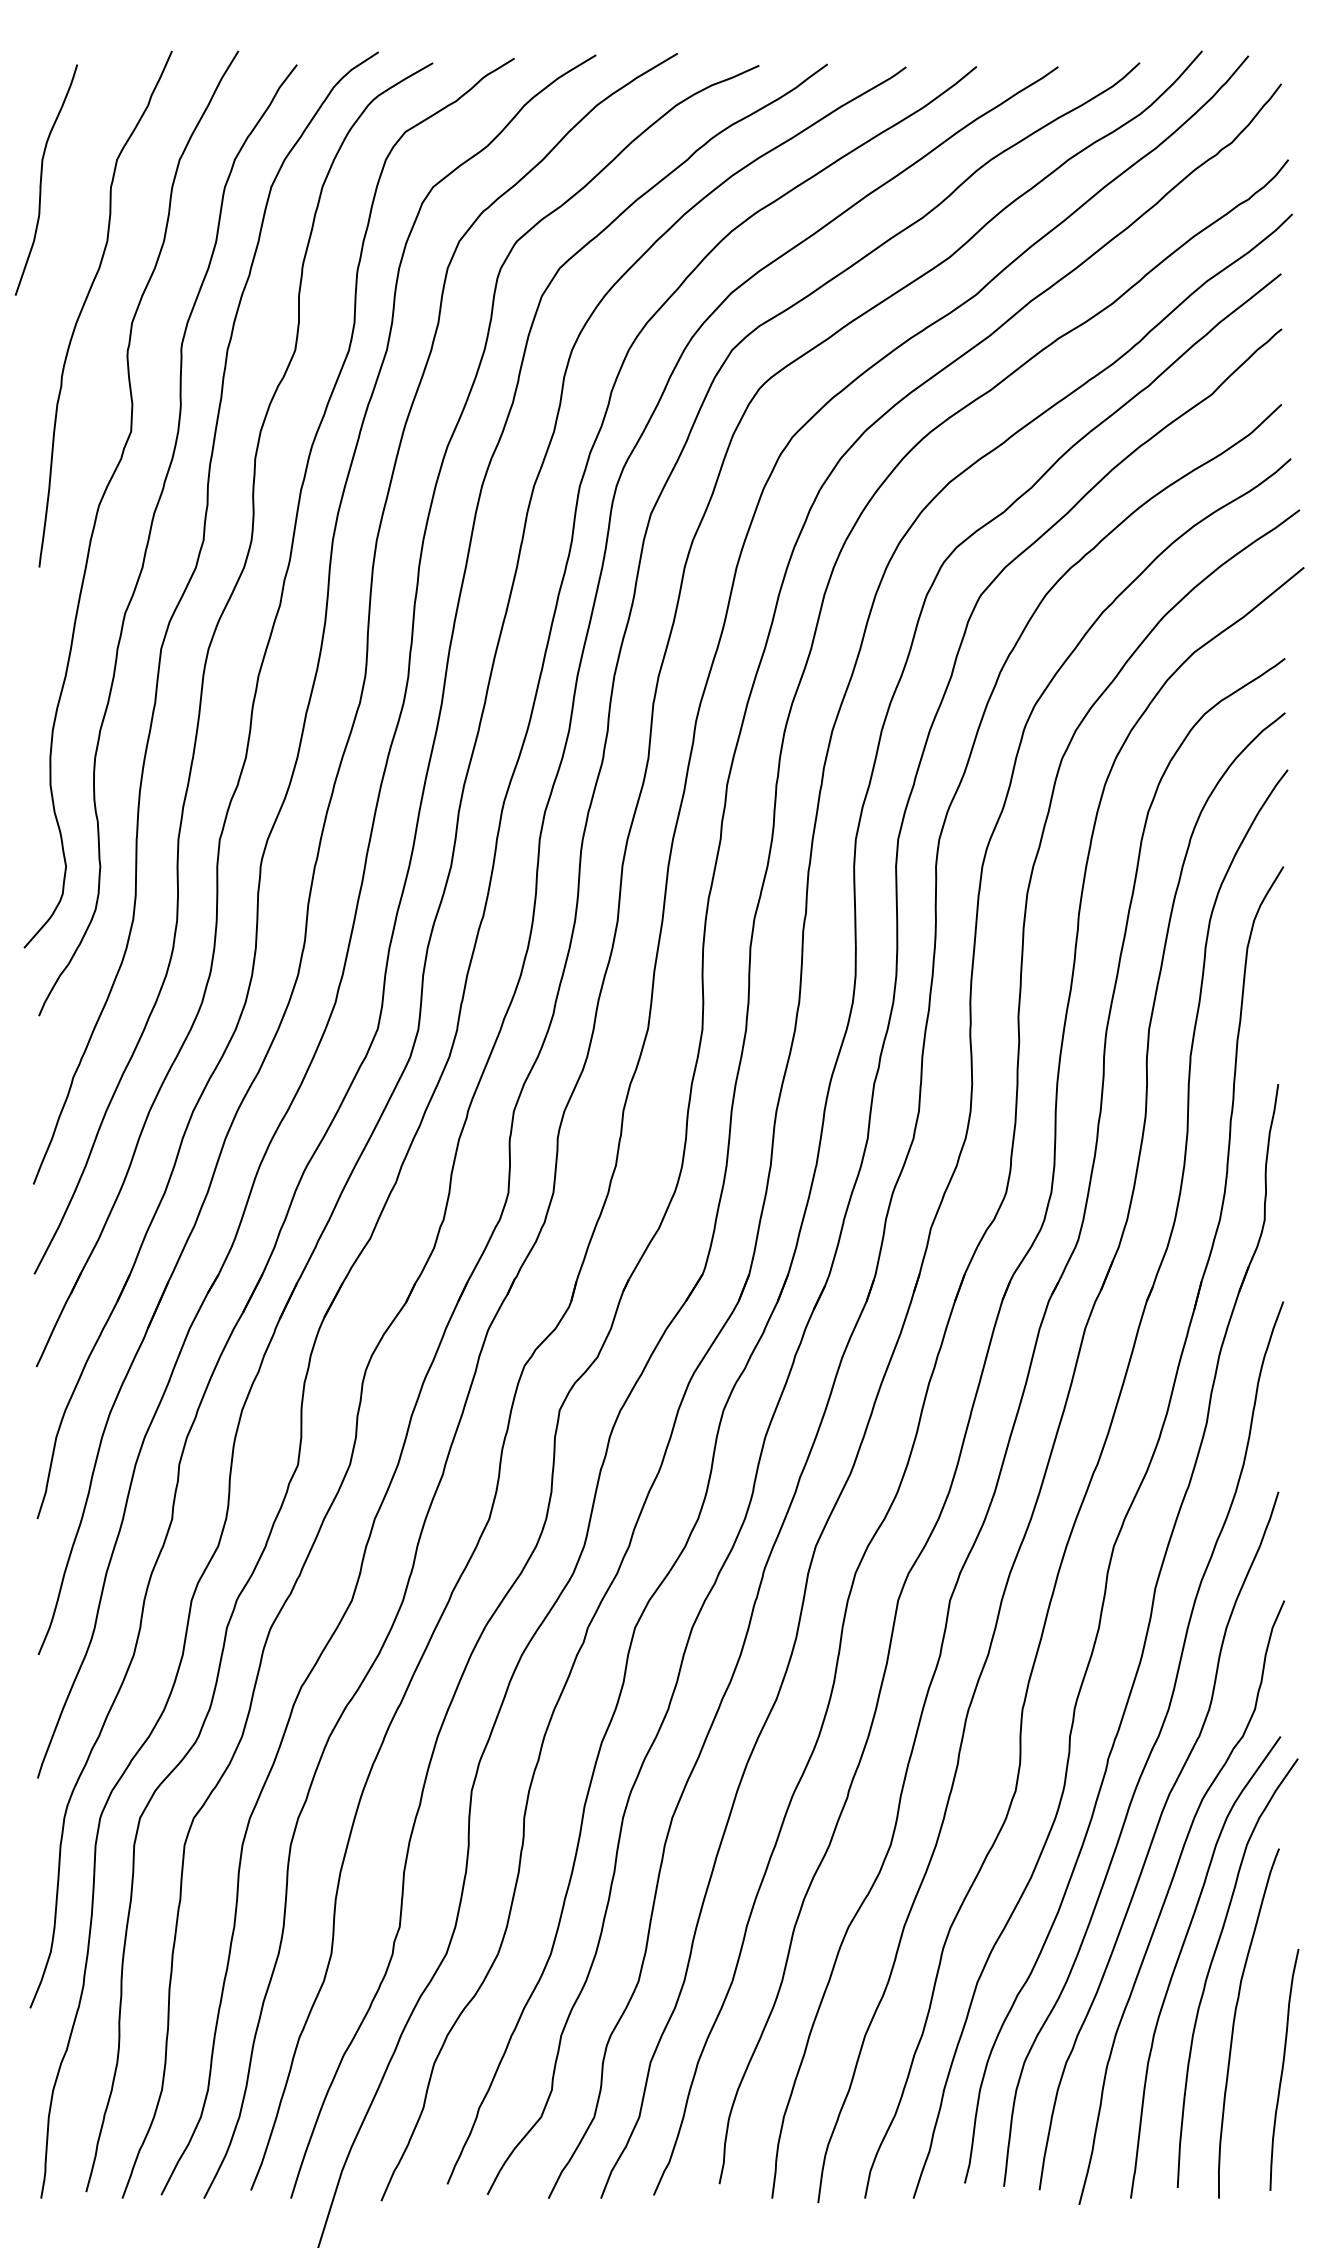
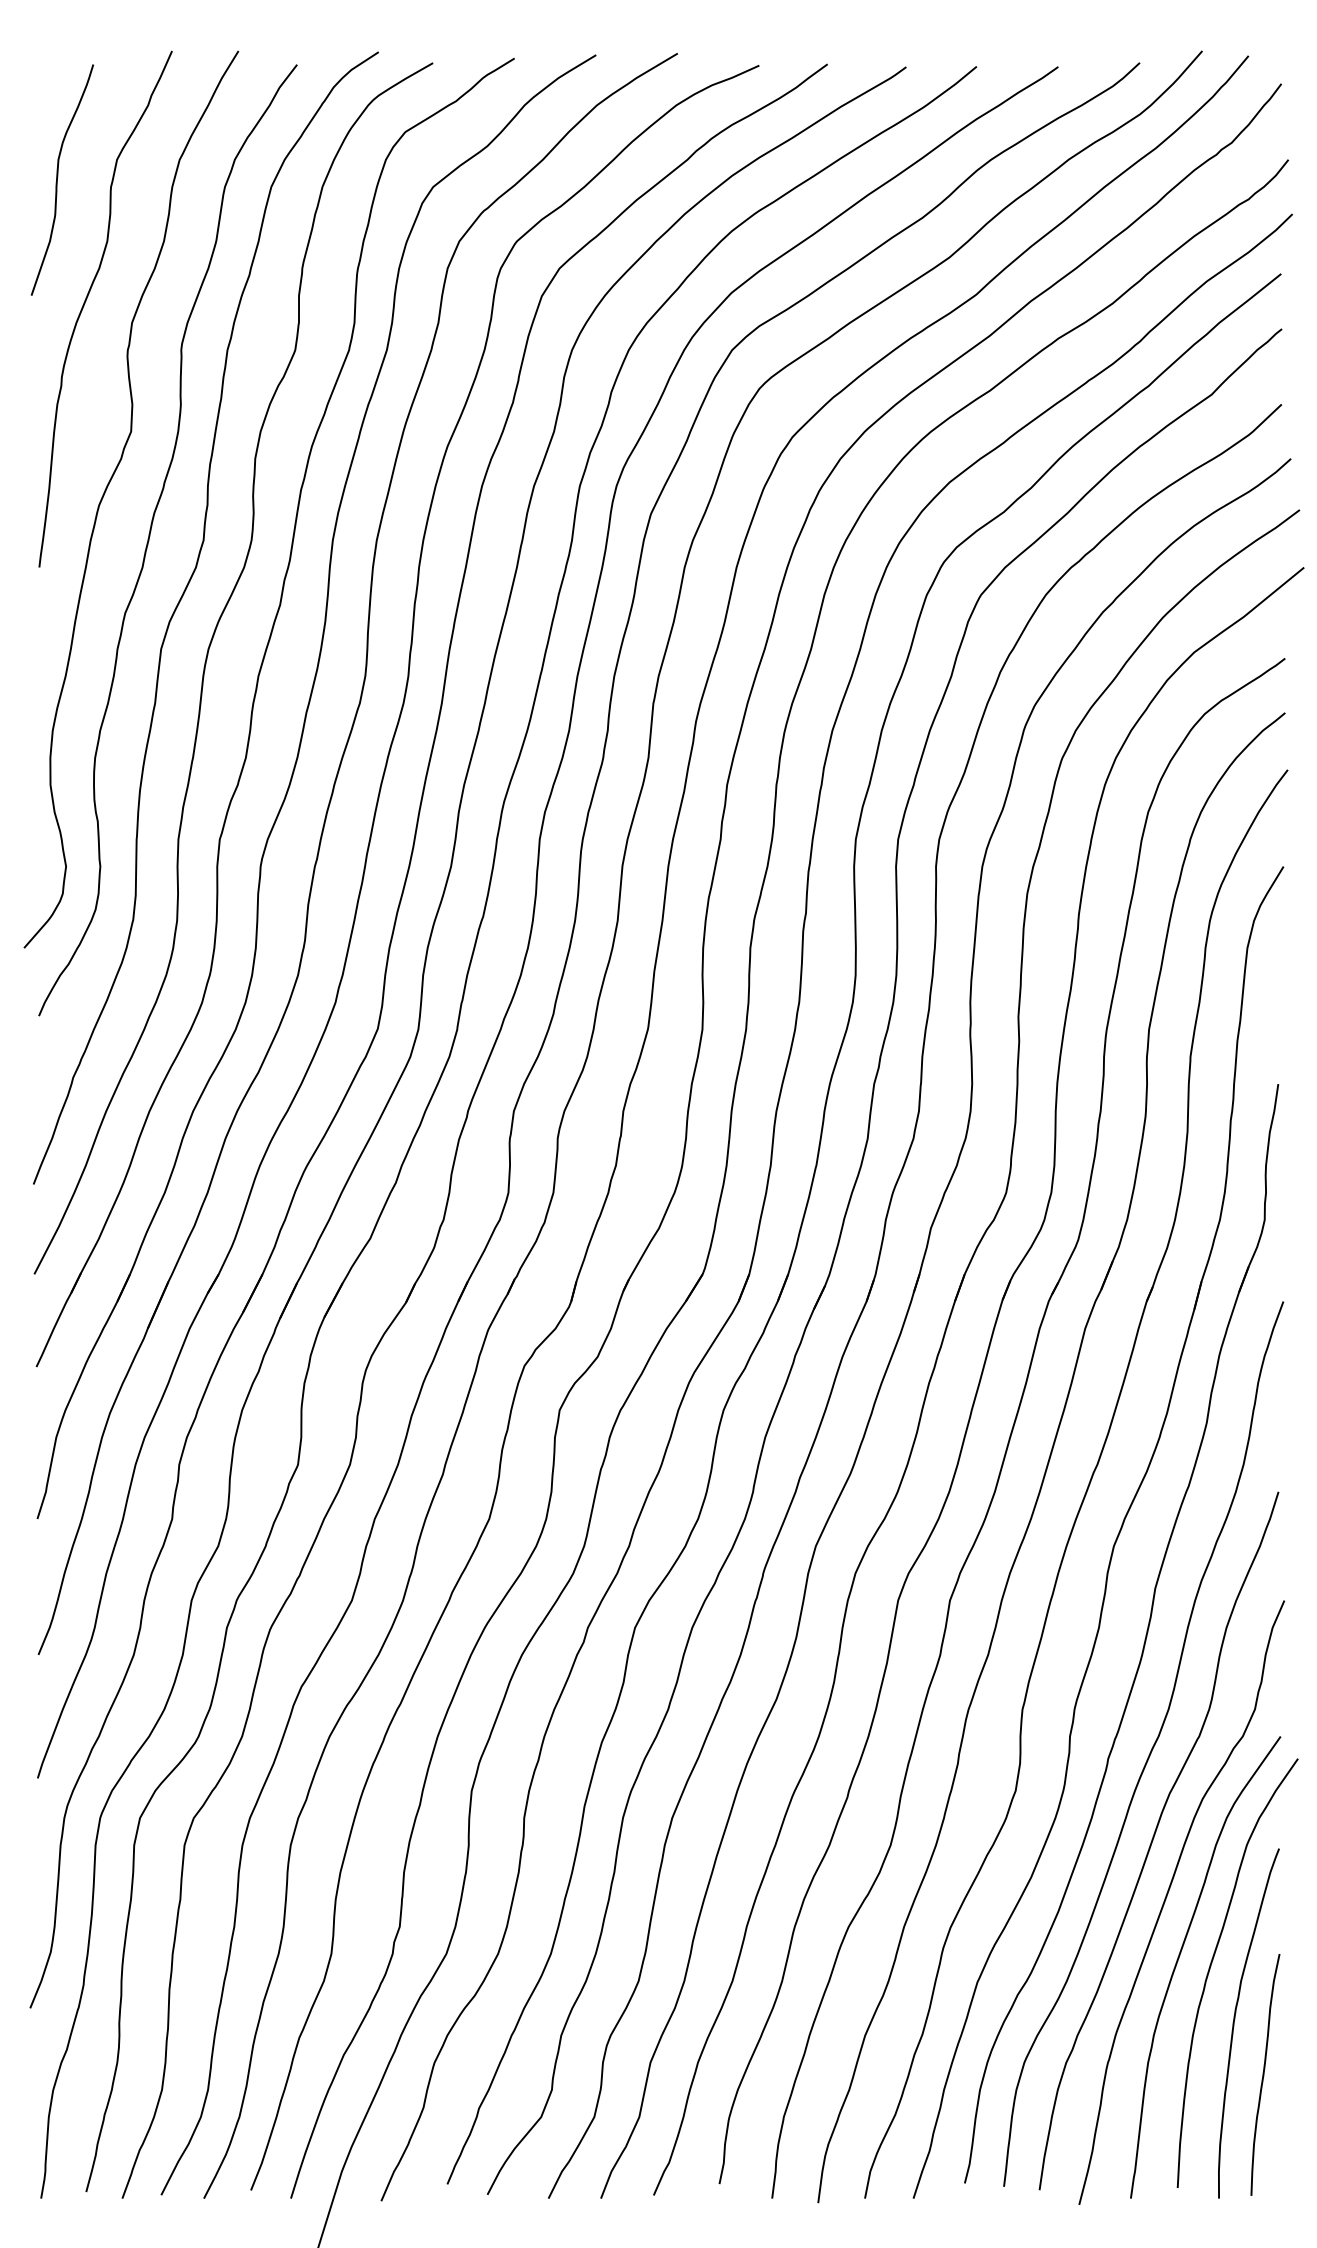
curve at (42, 177) position: (42, 177) -> (58, 177)
curve at (1283, 2069) position: (1283, 2069) -> (1264, 2074)
